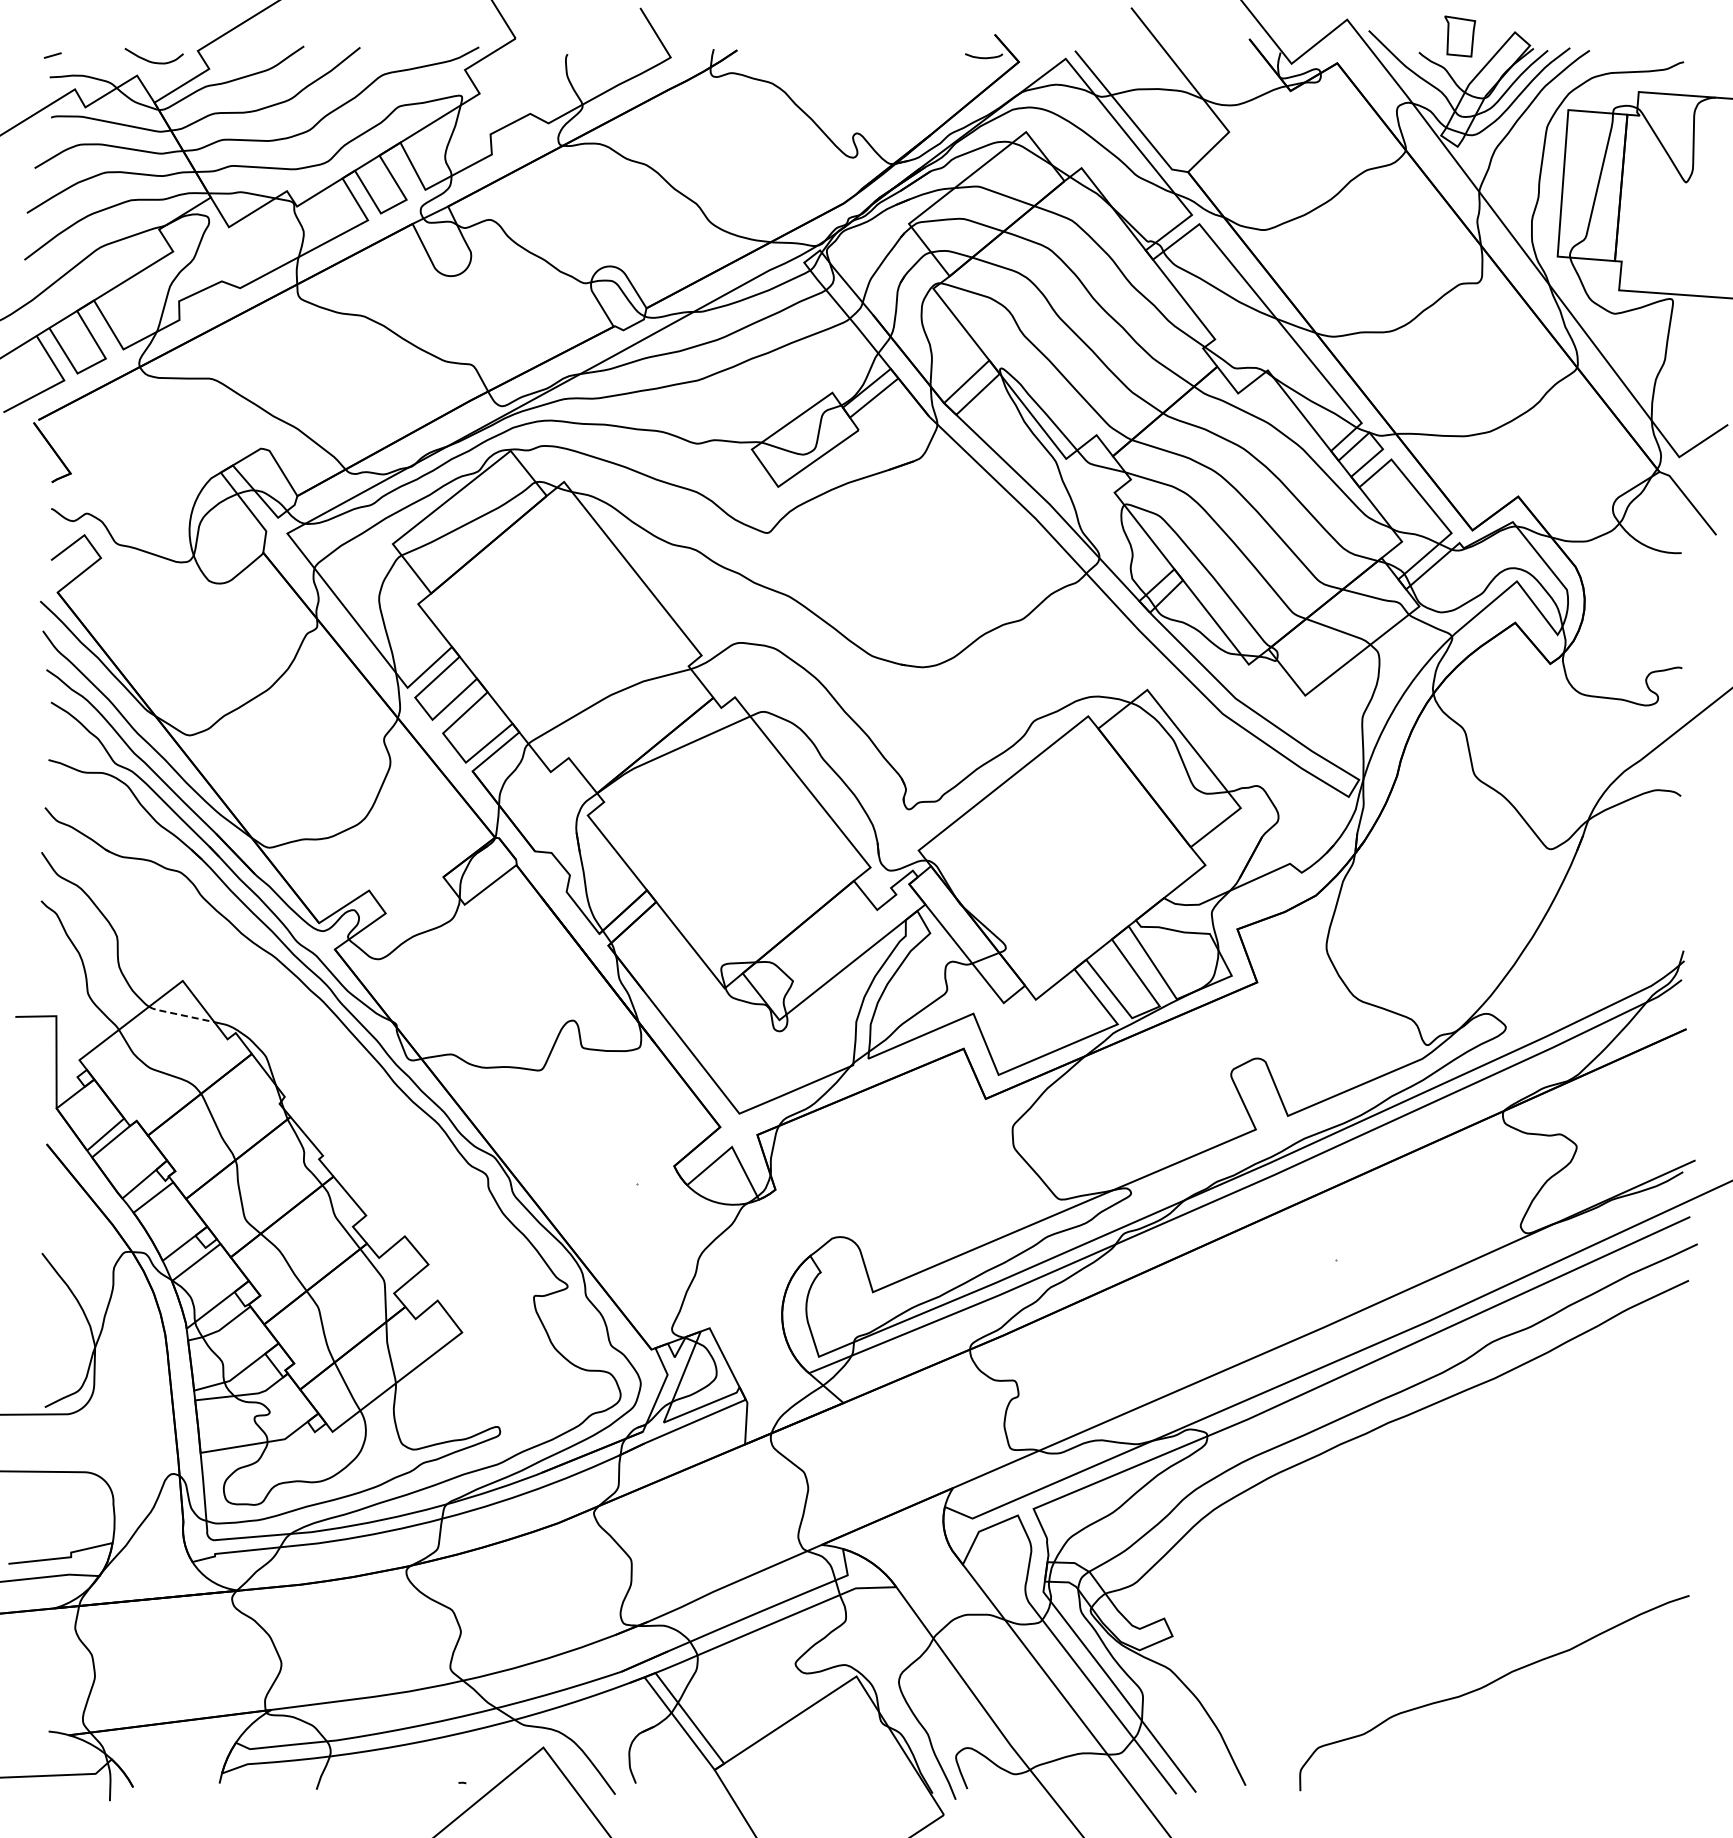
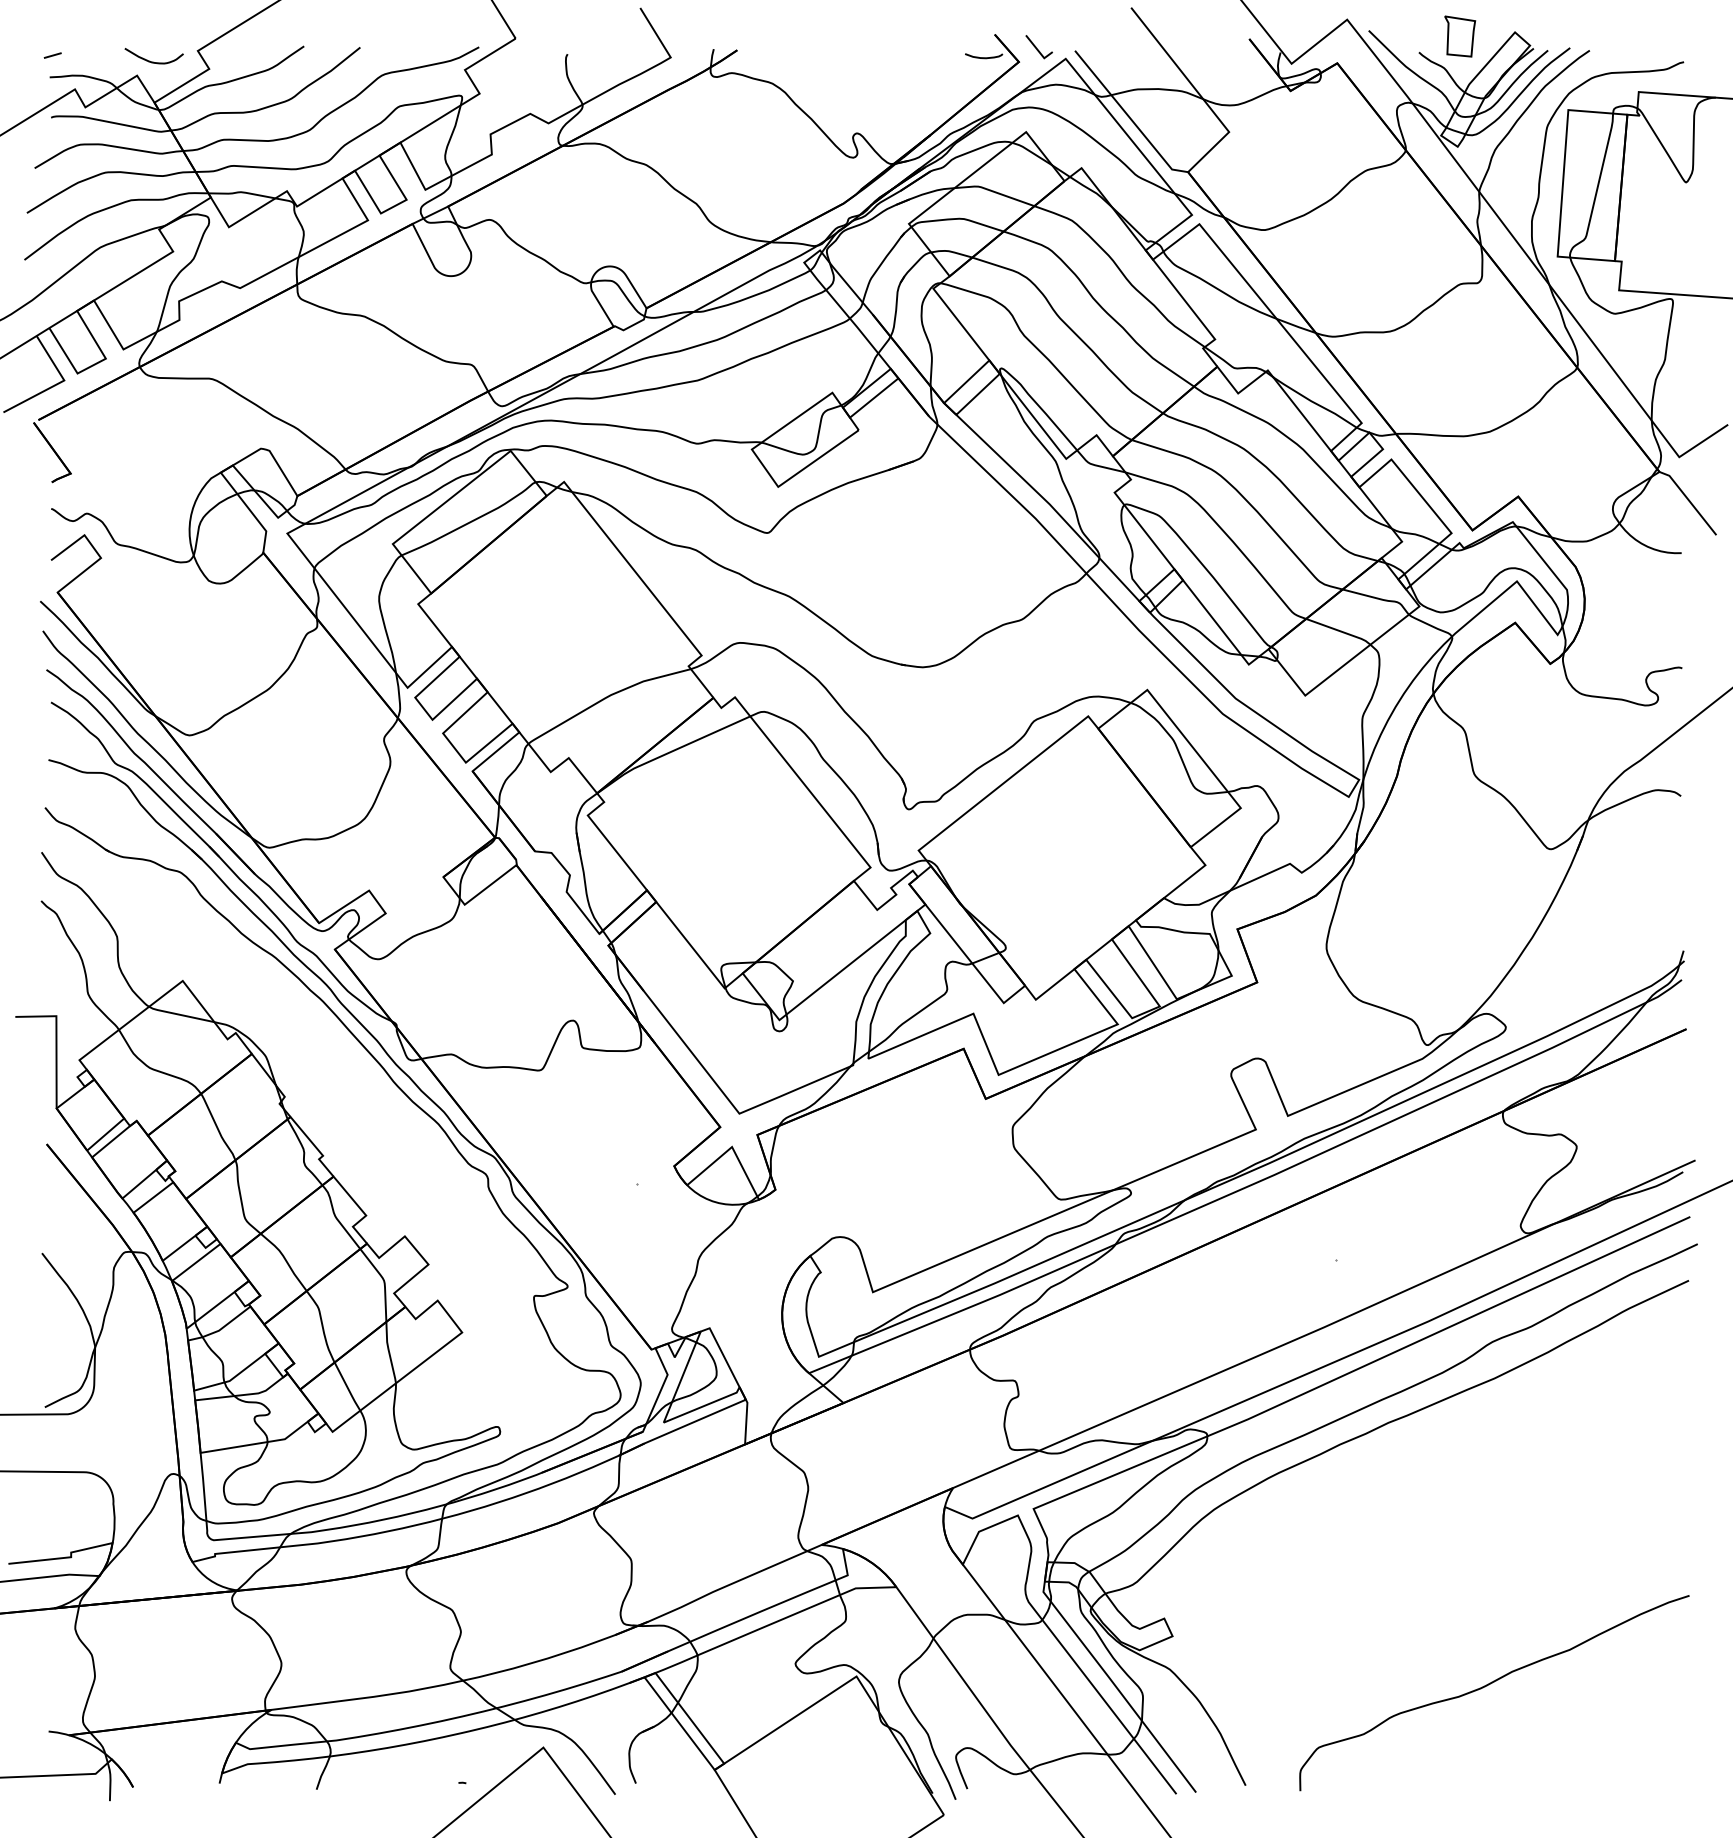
line at (1037, 48): none -> present
line at (180, 1014): dashed -> solid
